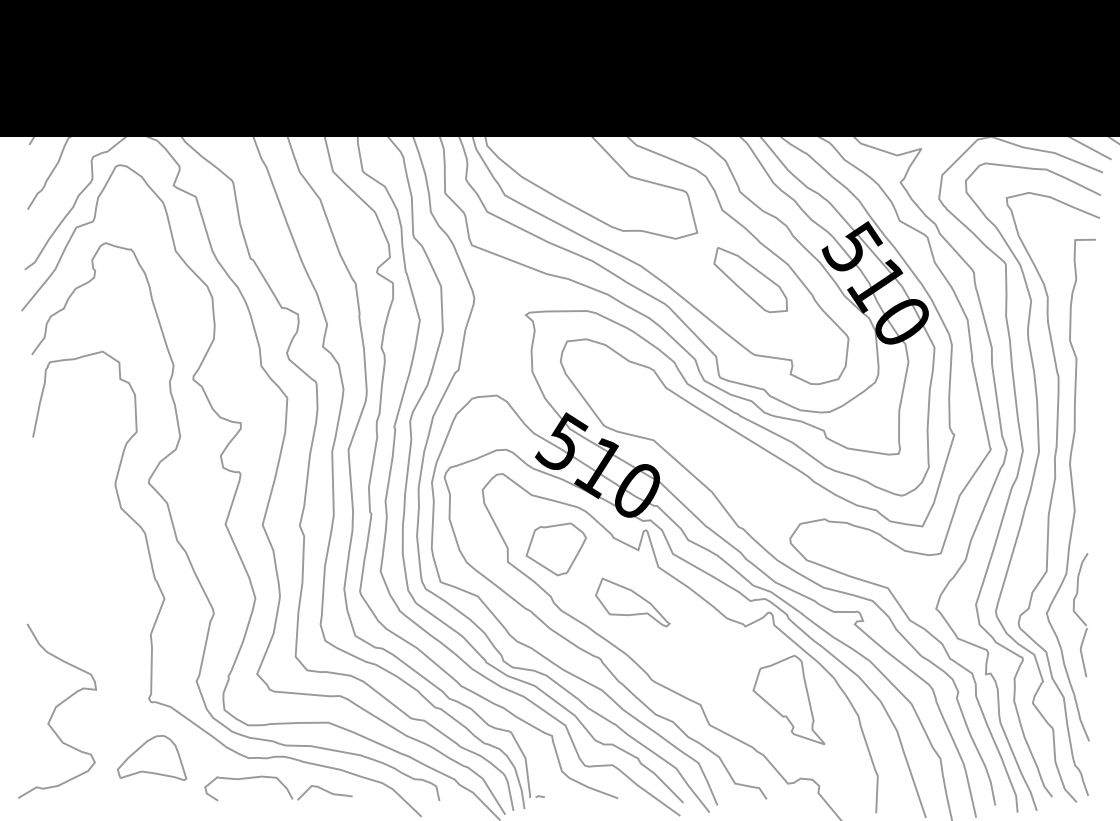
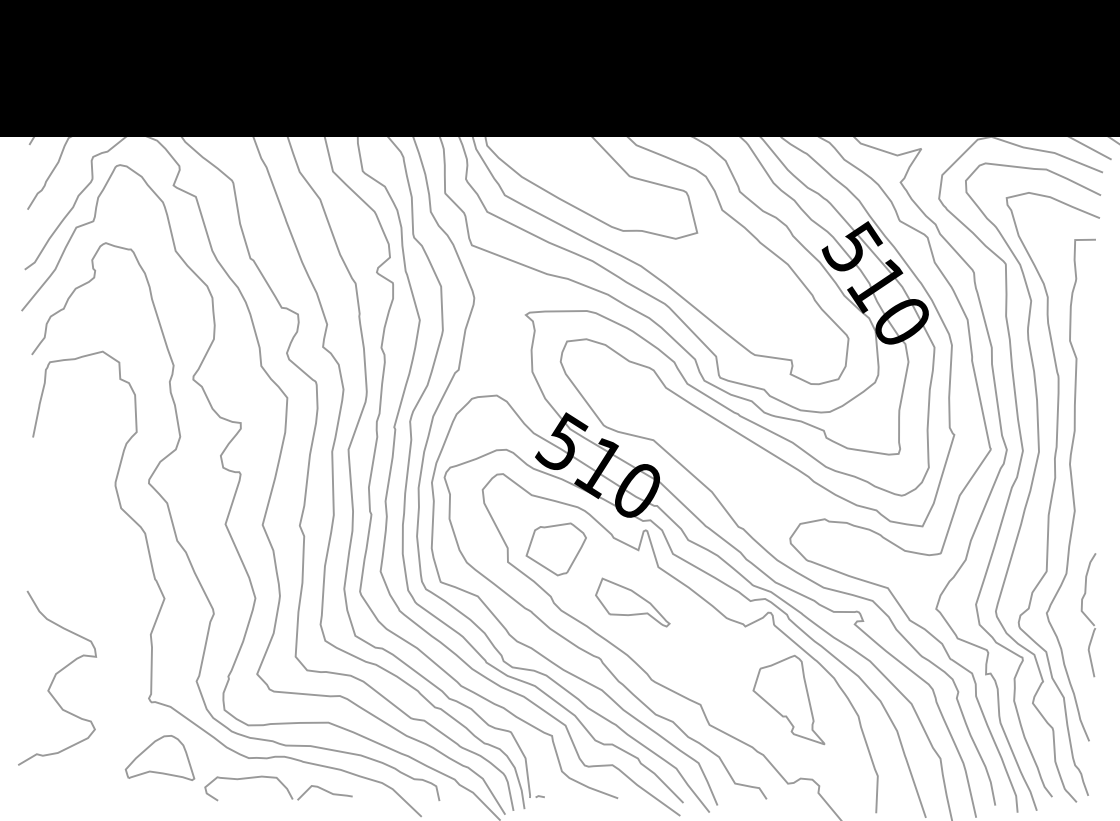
part at (750, 279): present -> none
part at (1080, 614) position: (1080, 614) -> (1088, 614)
curve at (55, 710) position: (55, 710) -> (55, 677)
part at (151, 757) position: (151, 757) -> (159, 757)
